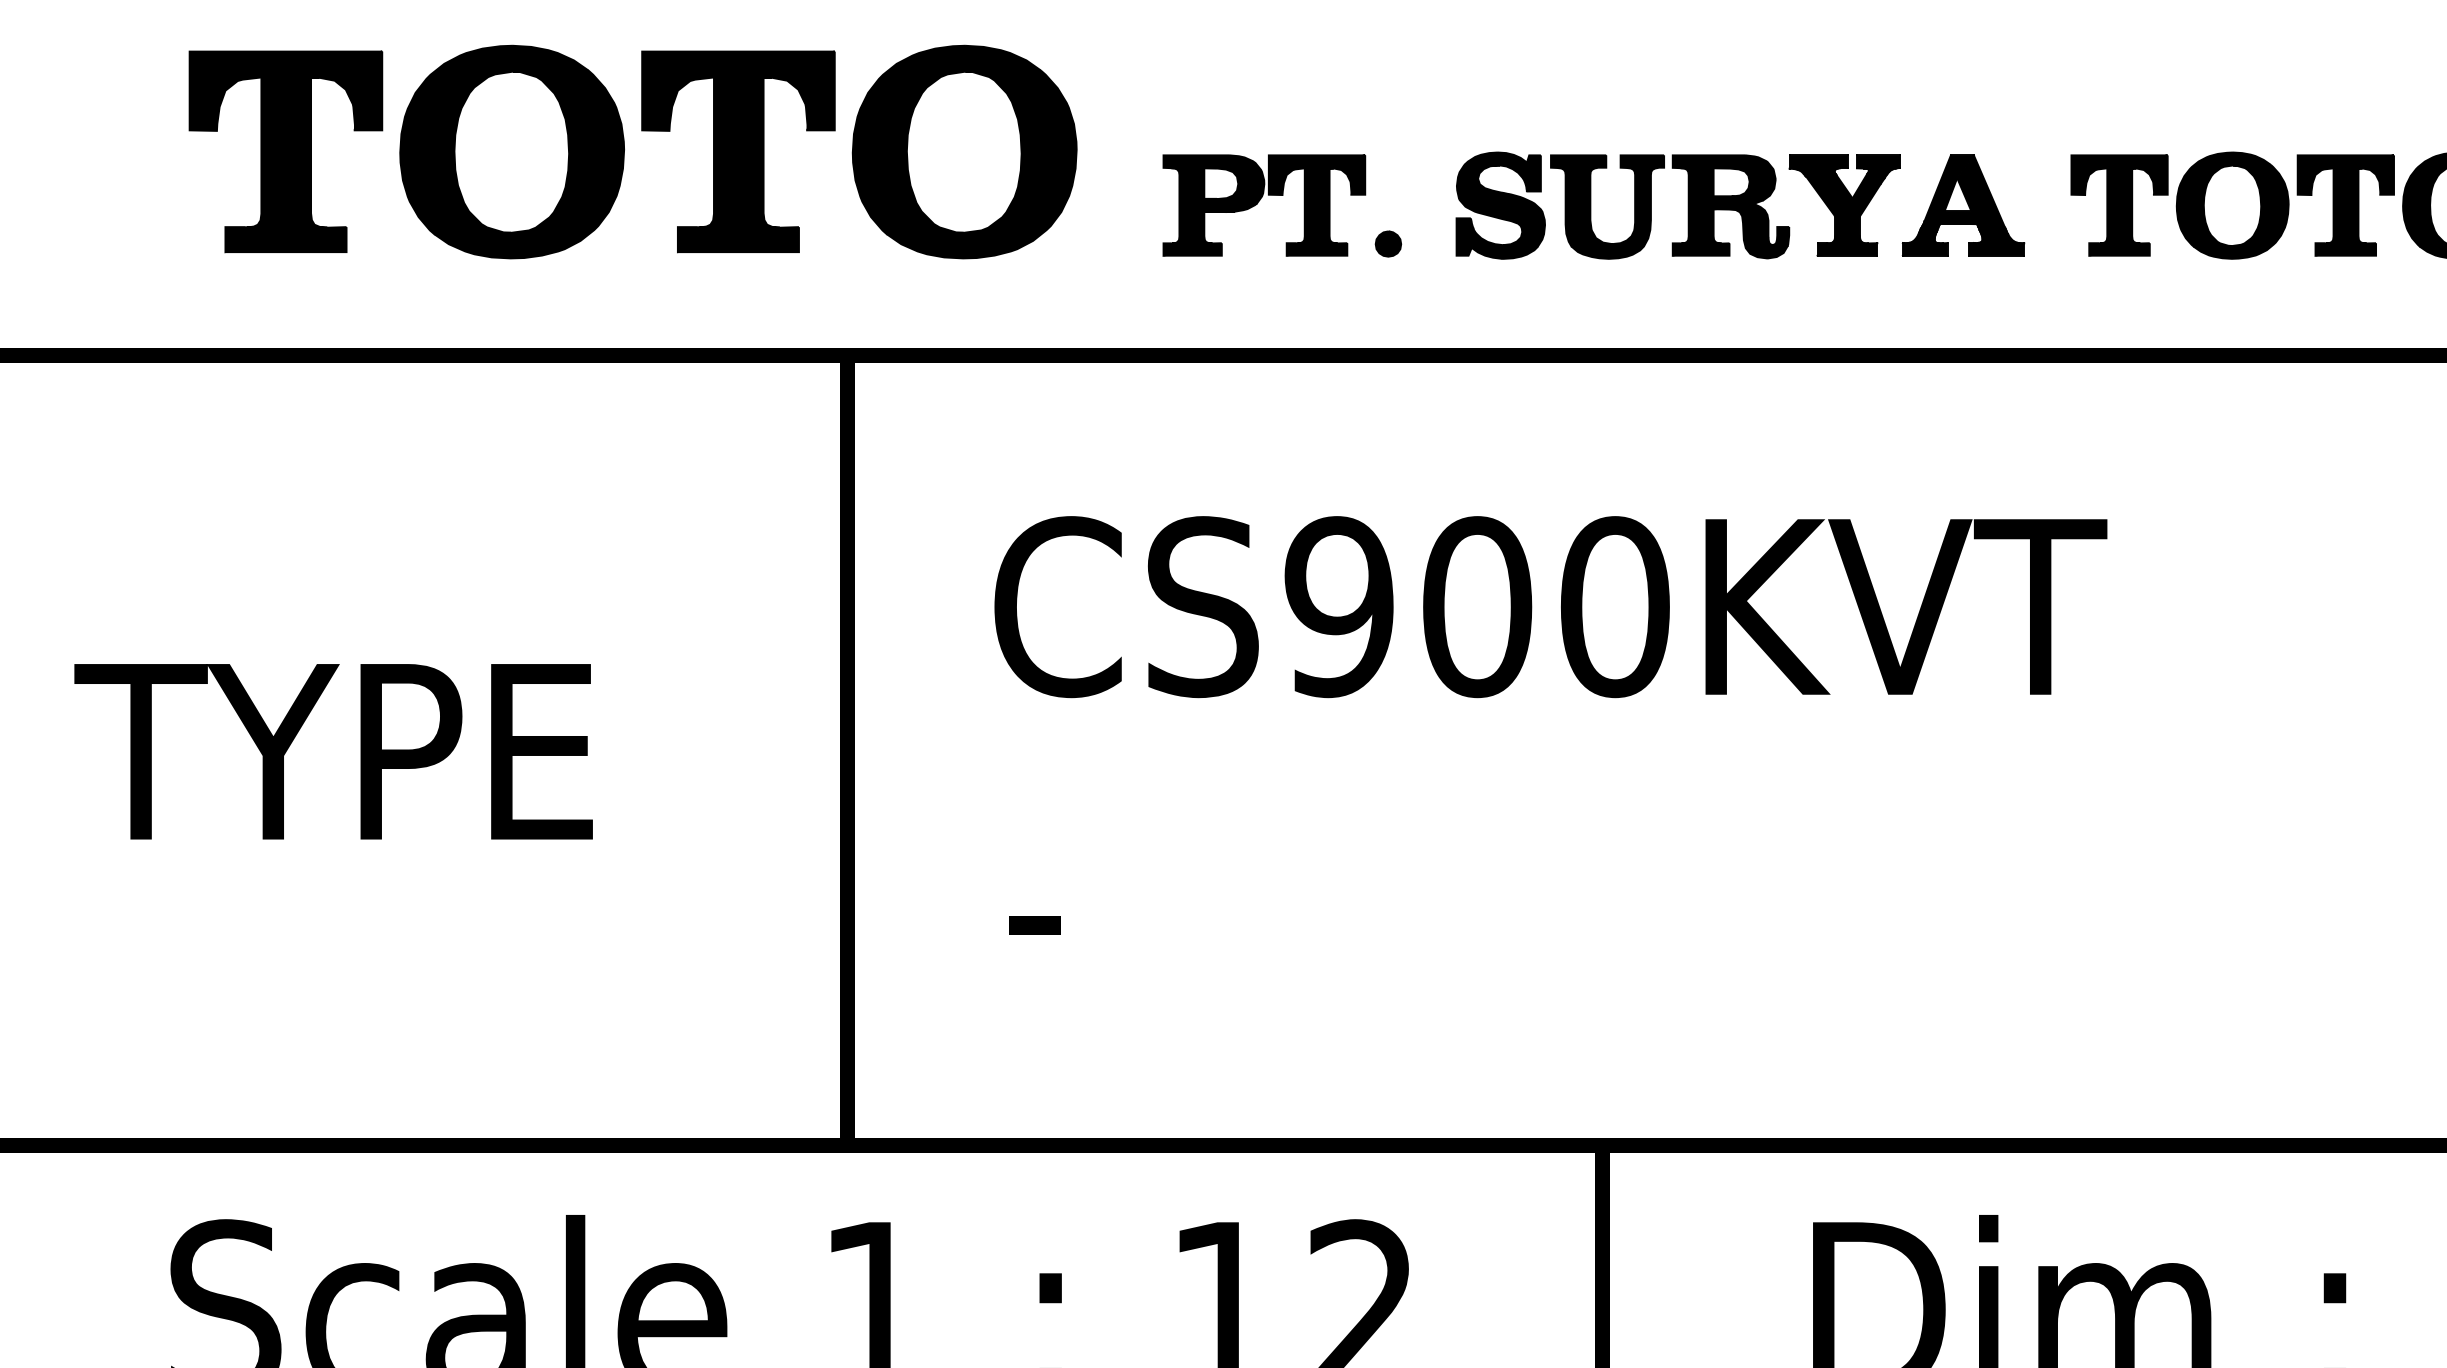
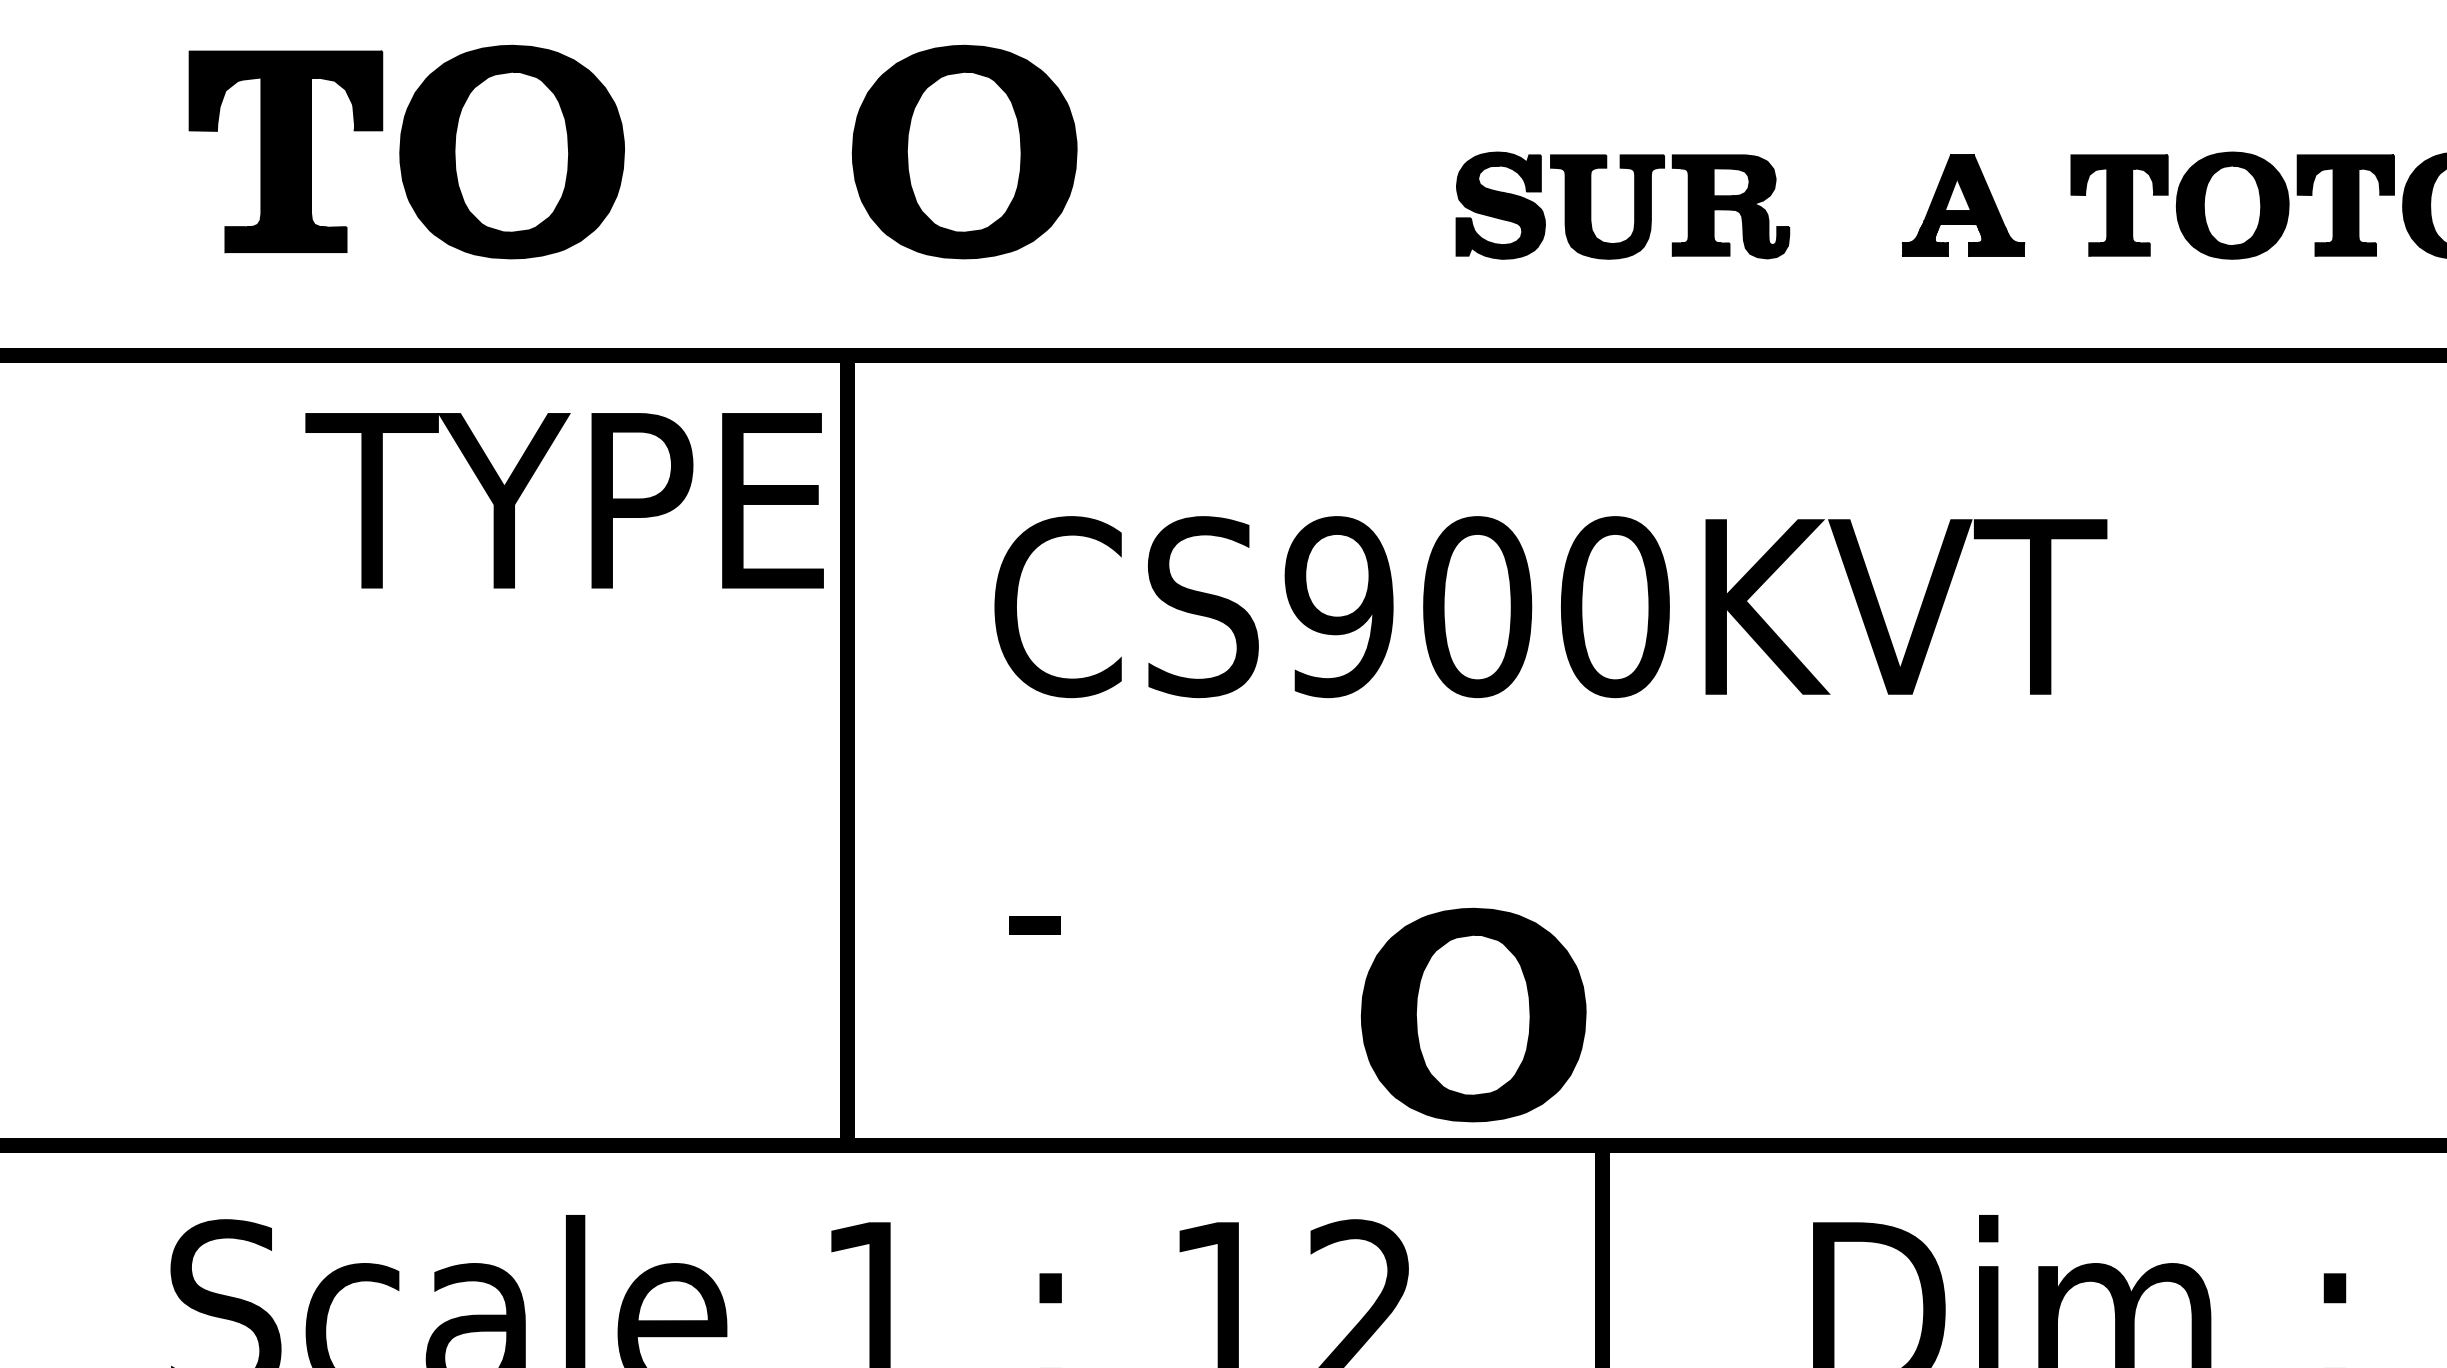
part at (738, 151): present -> none
part at (1282, 195): present -> none
part at (1844, 205): present -> none
text at (333, 751) position: (333, 751) -> (564, 500)
part at (1473, 1014): none -> present
